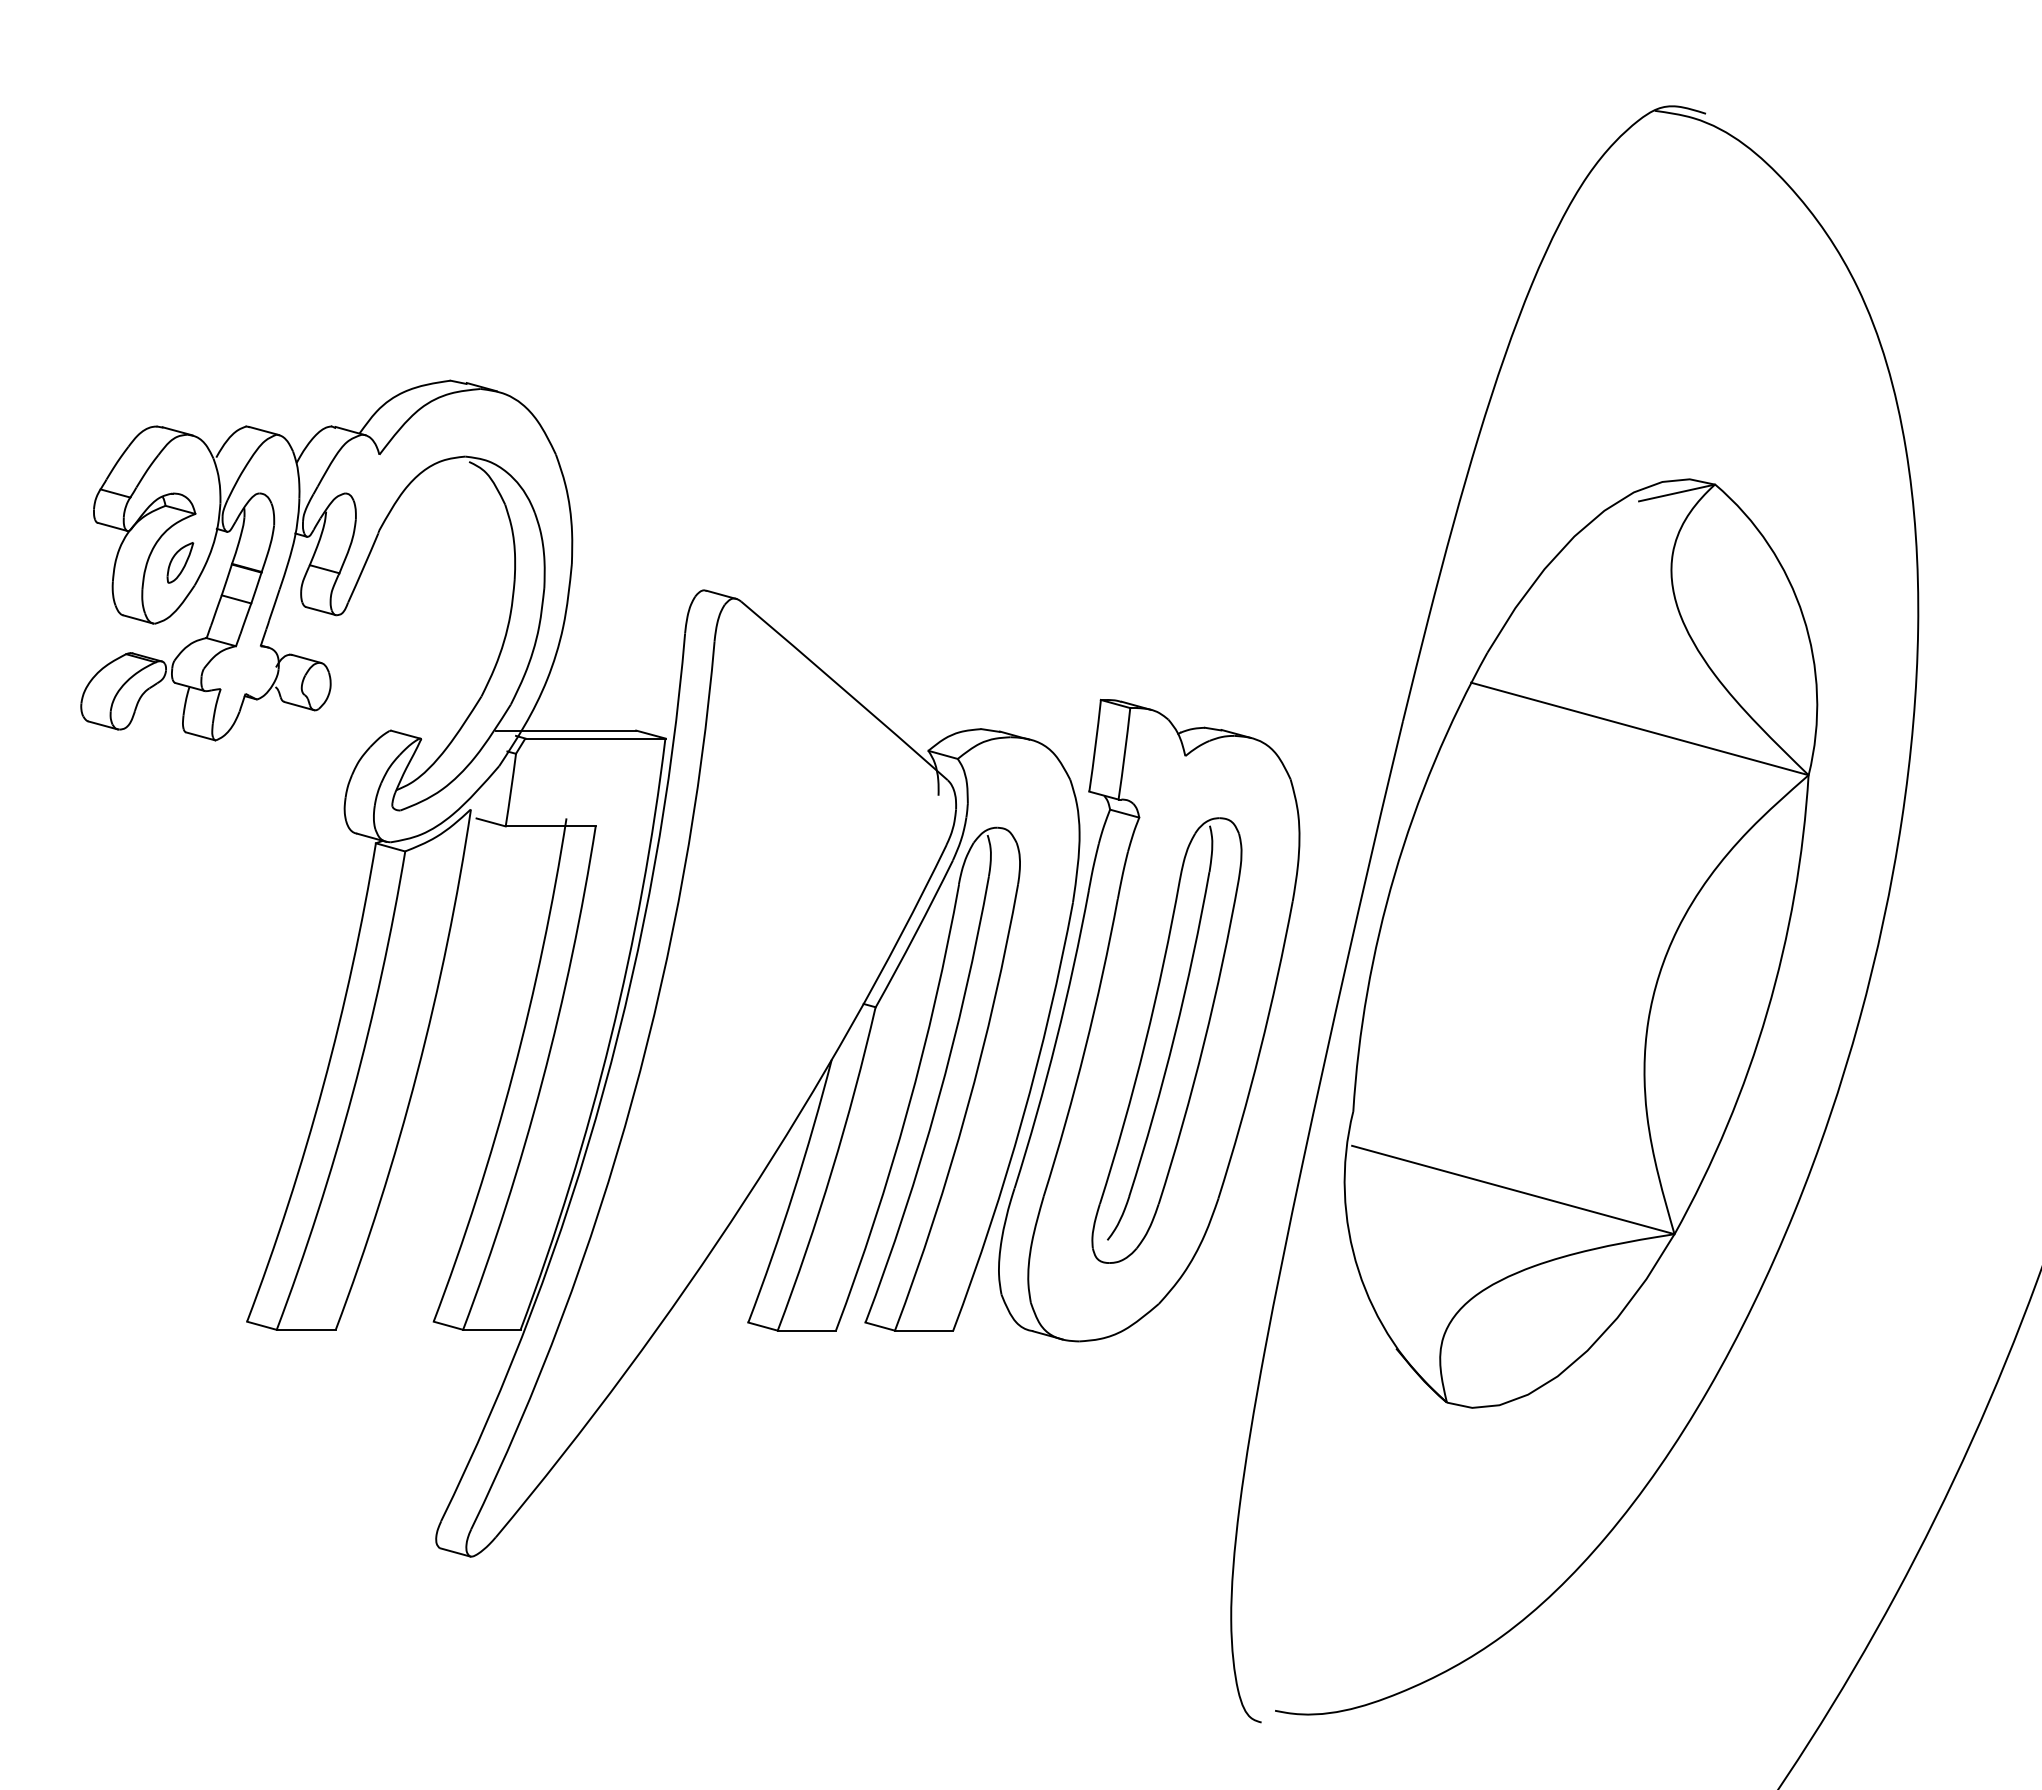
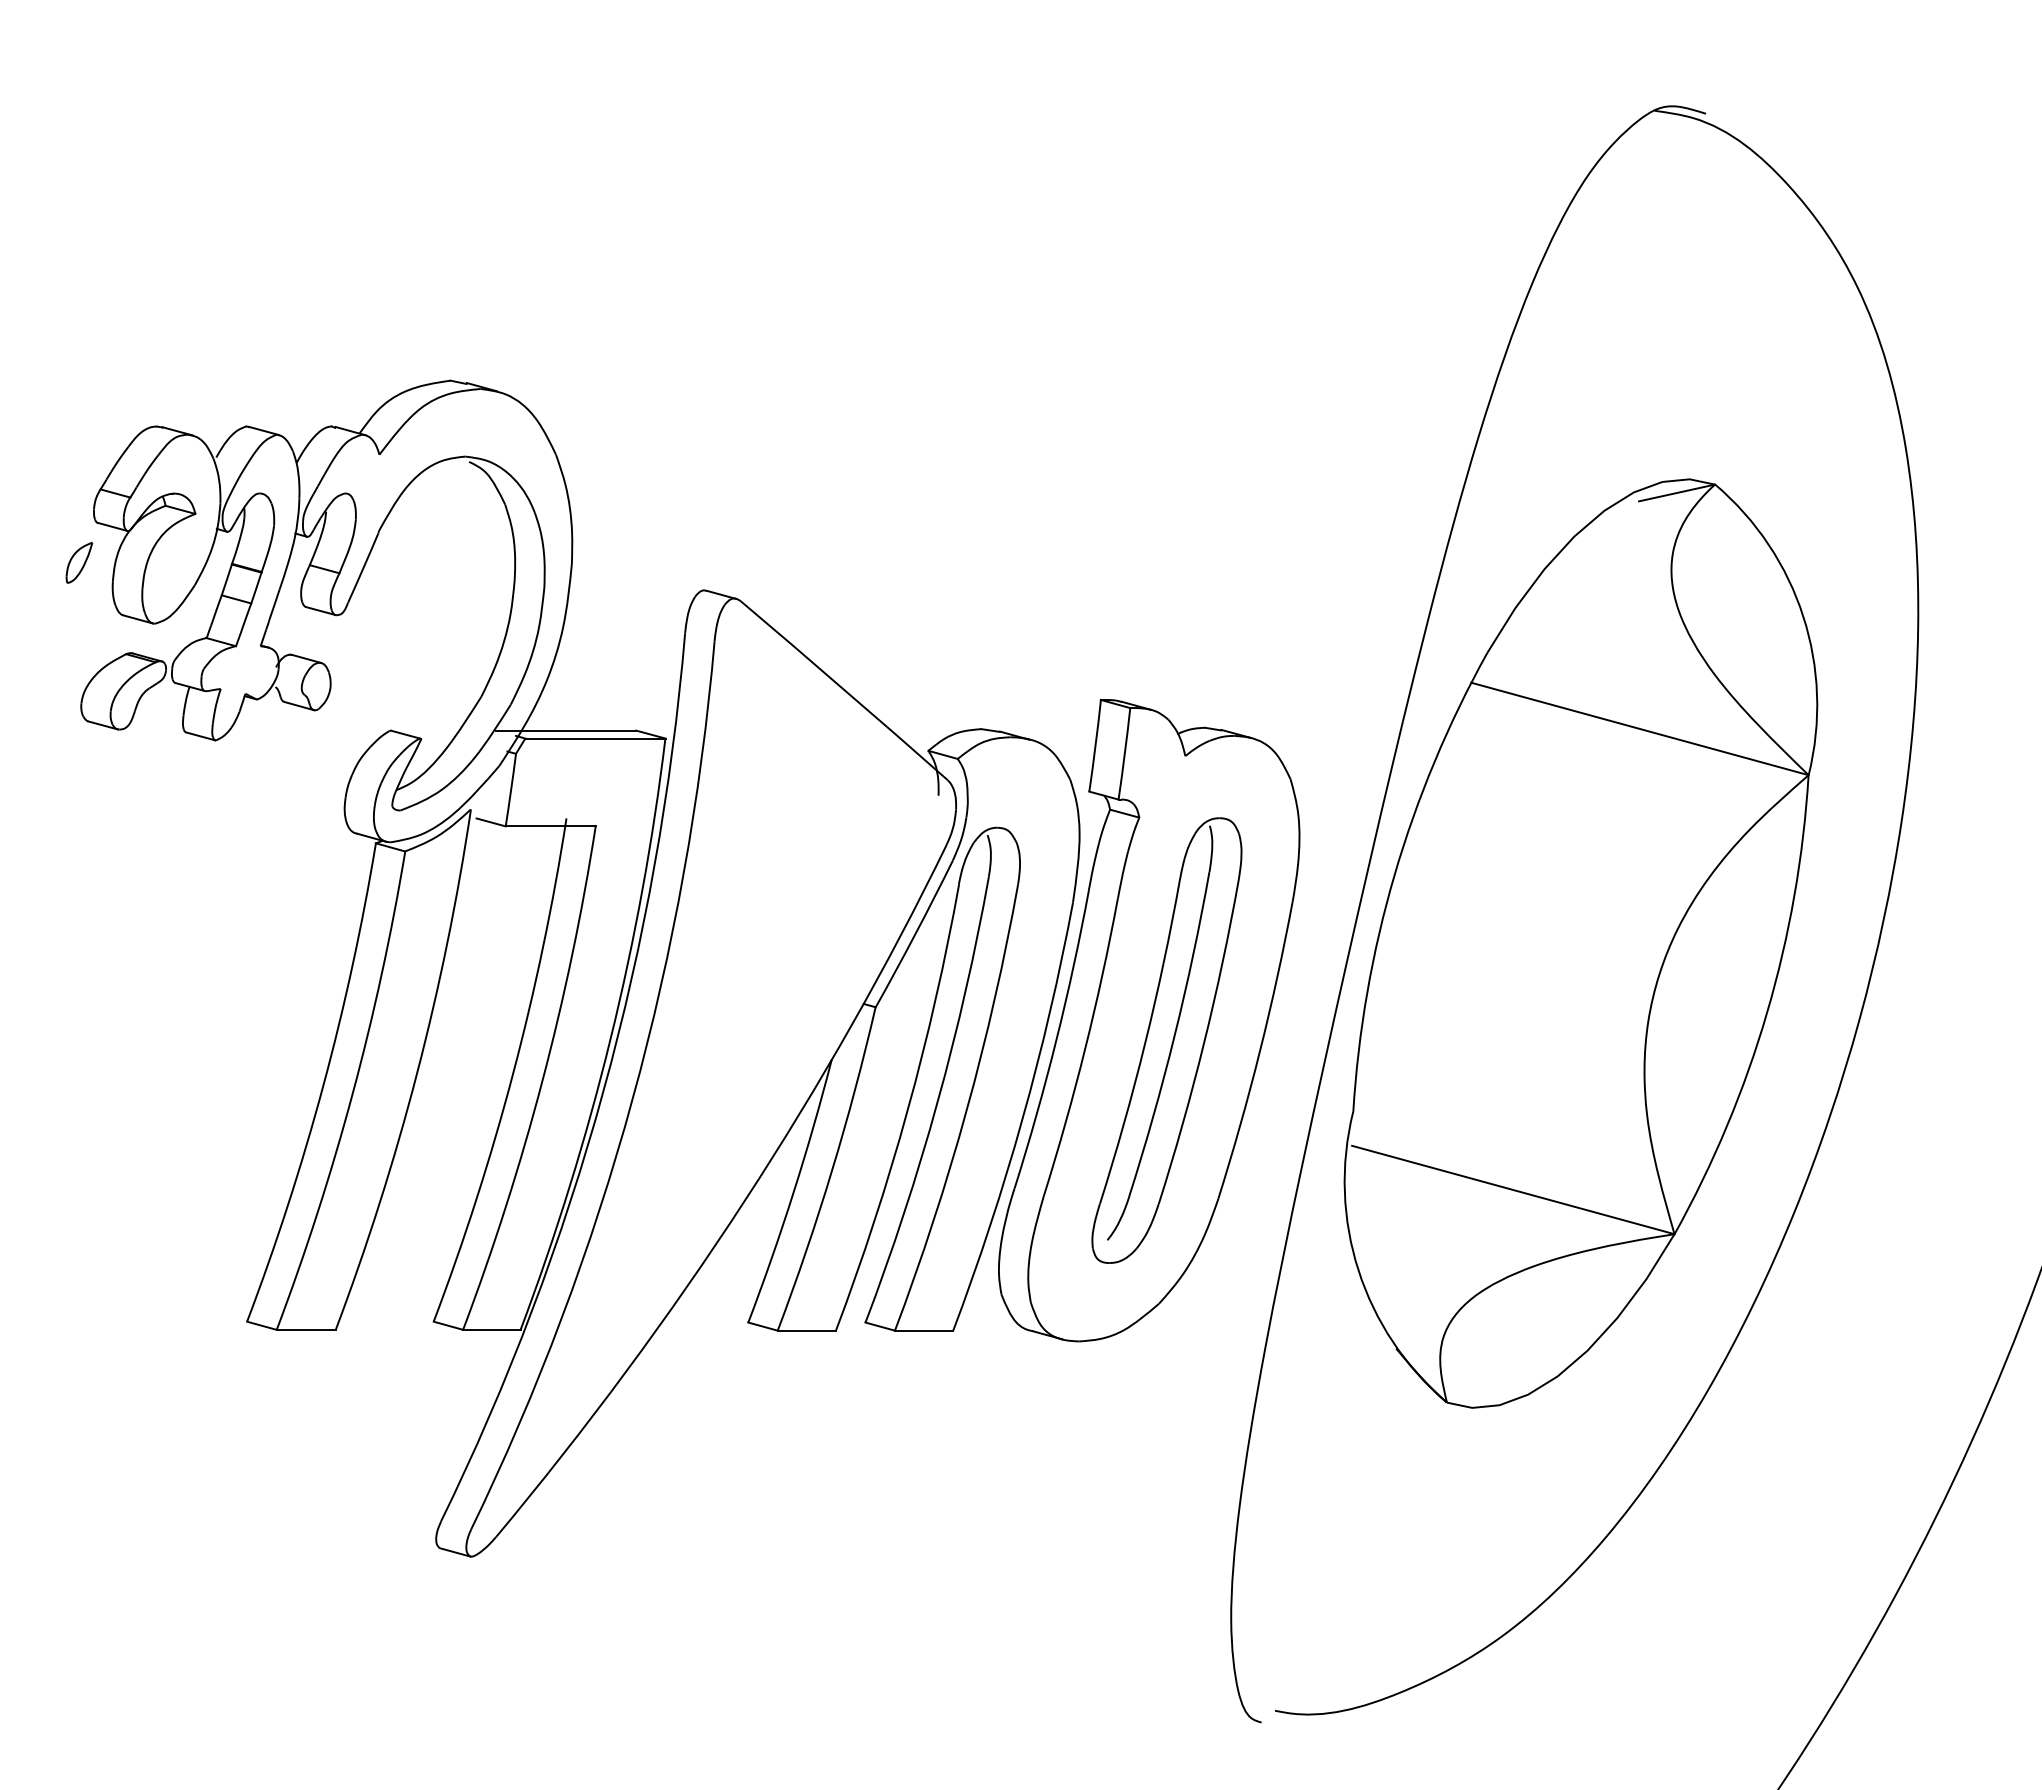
part at (180, 562) position: (180, 562) -> (79, 562)
